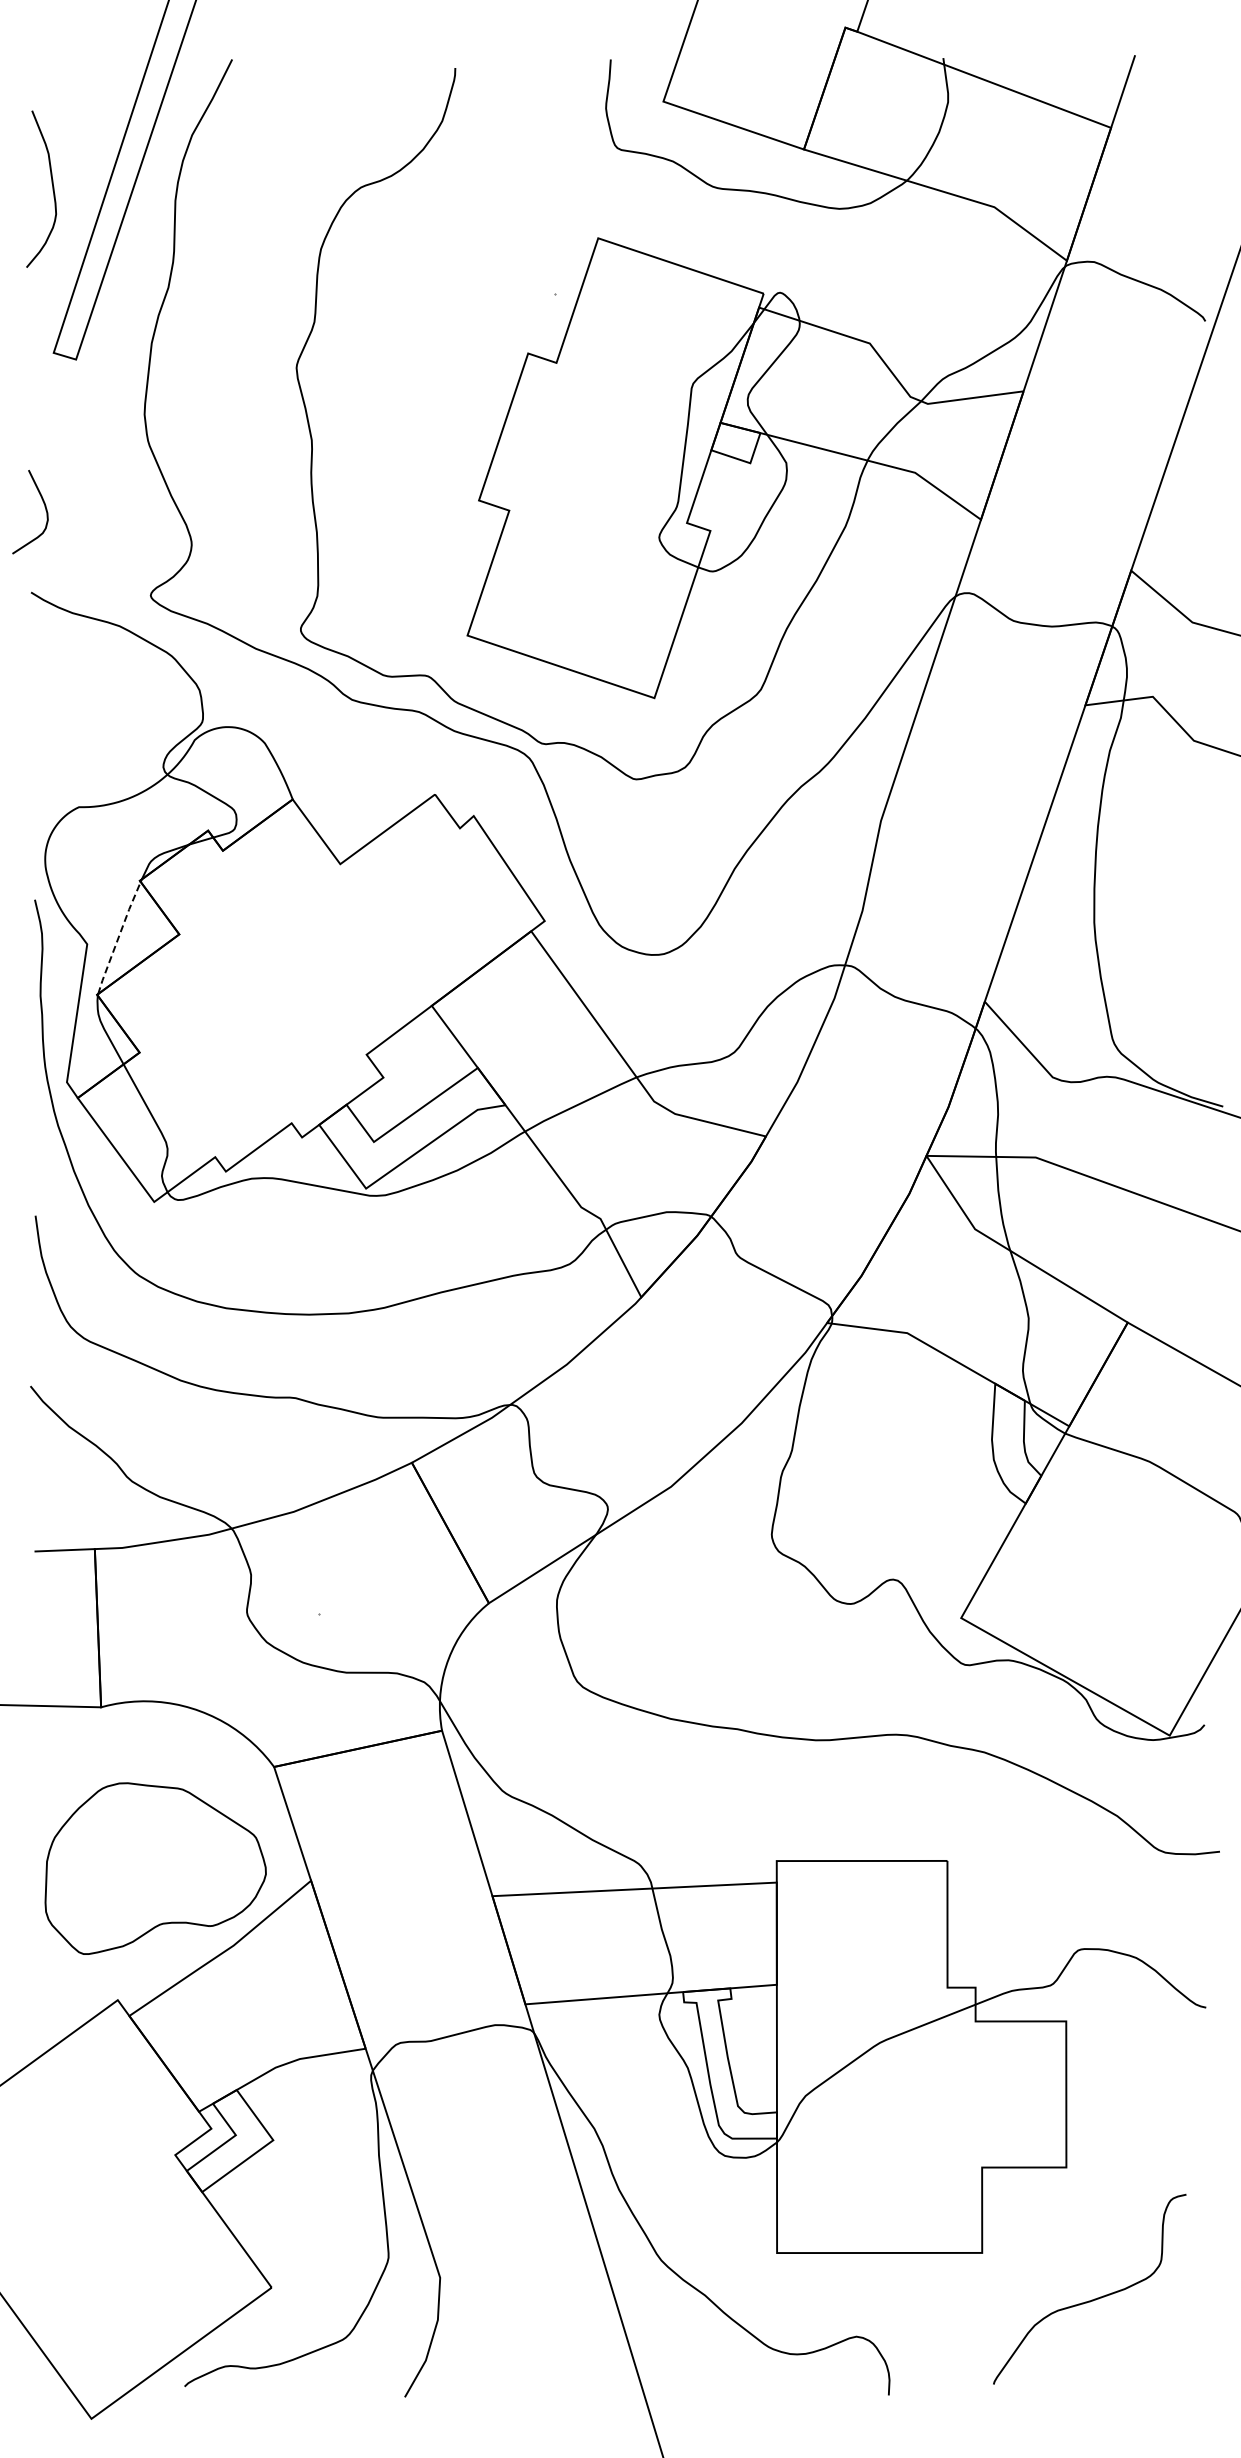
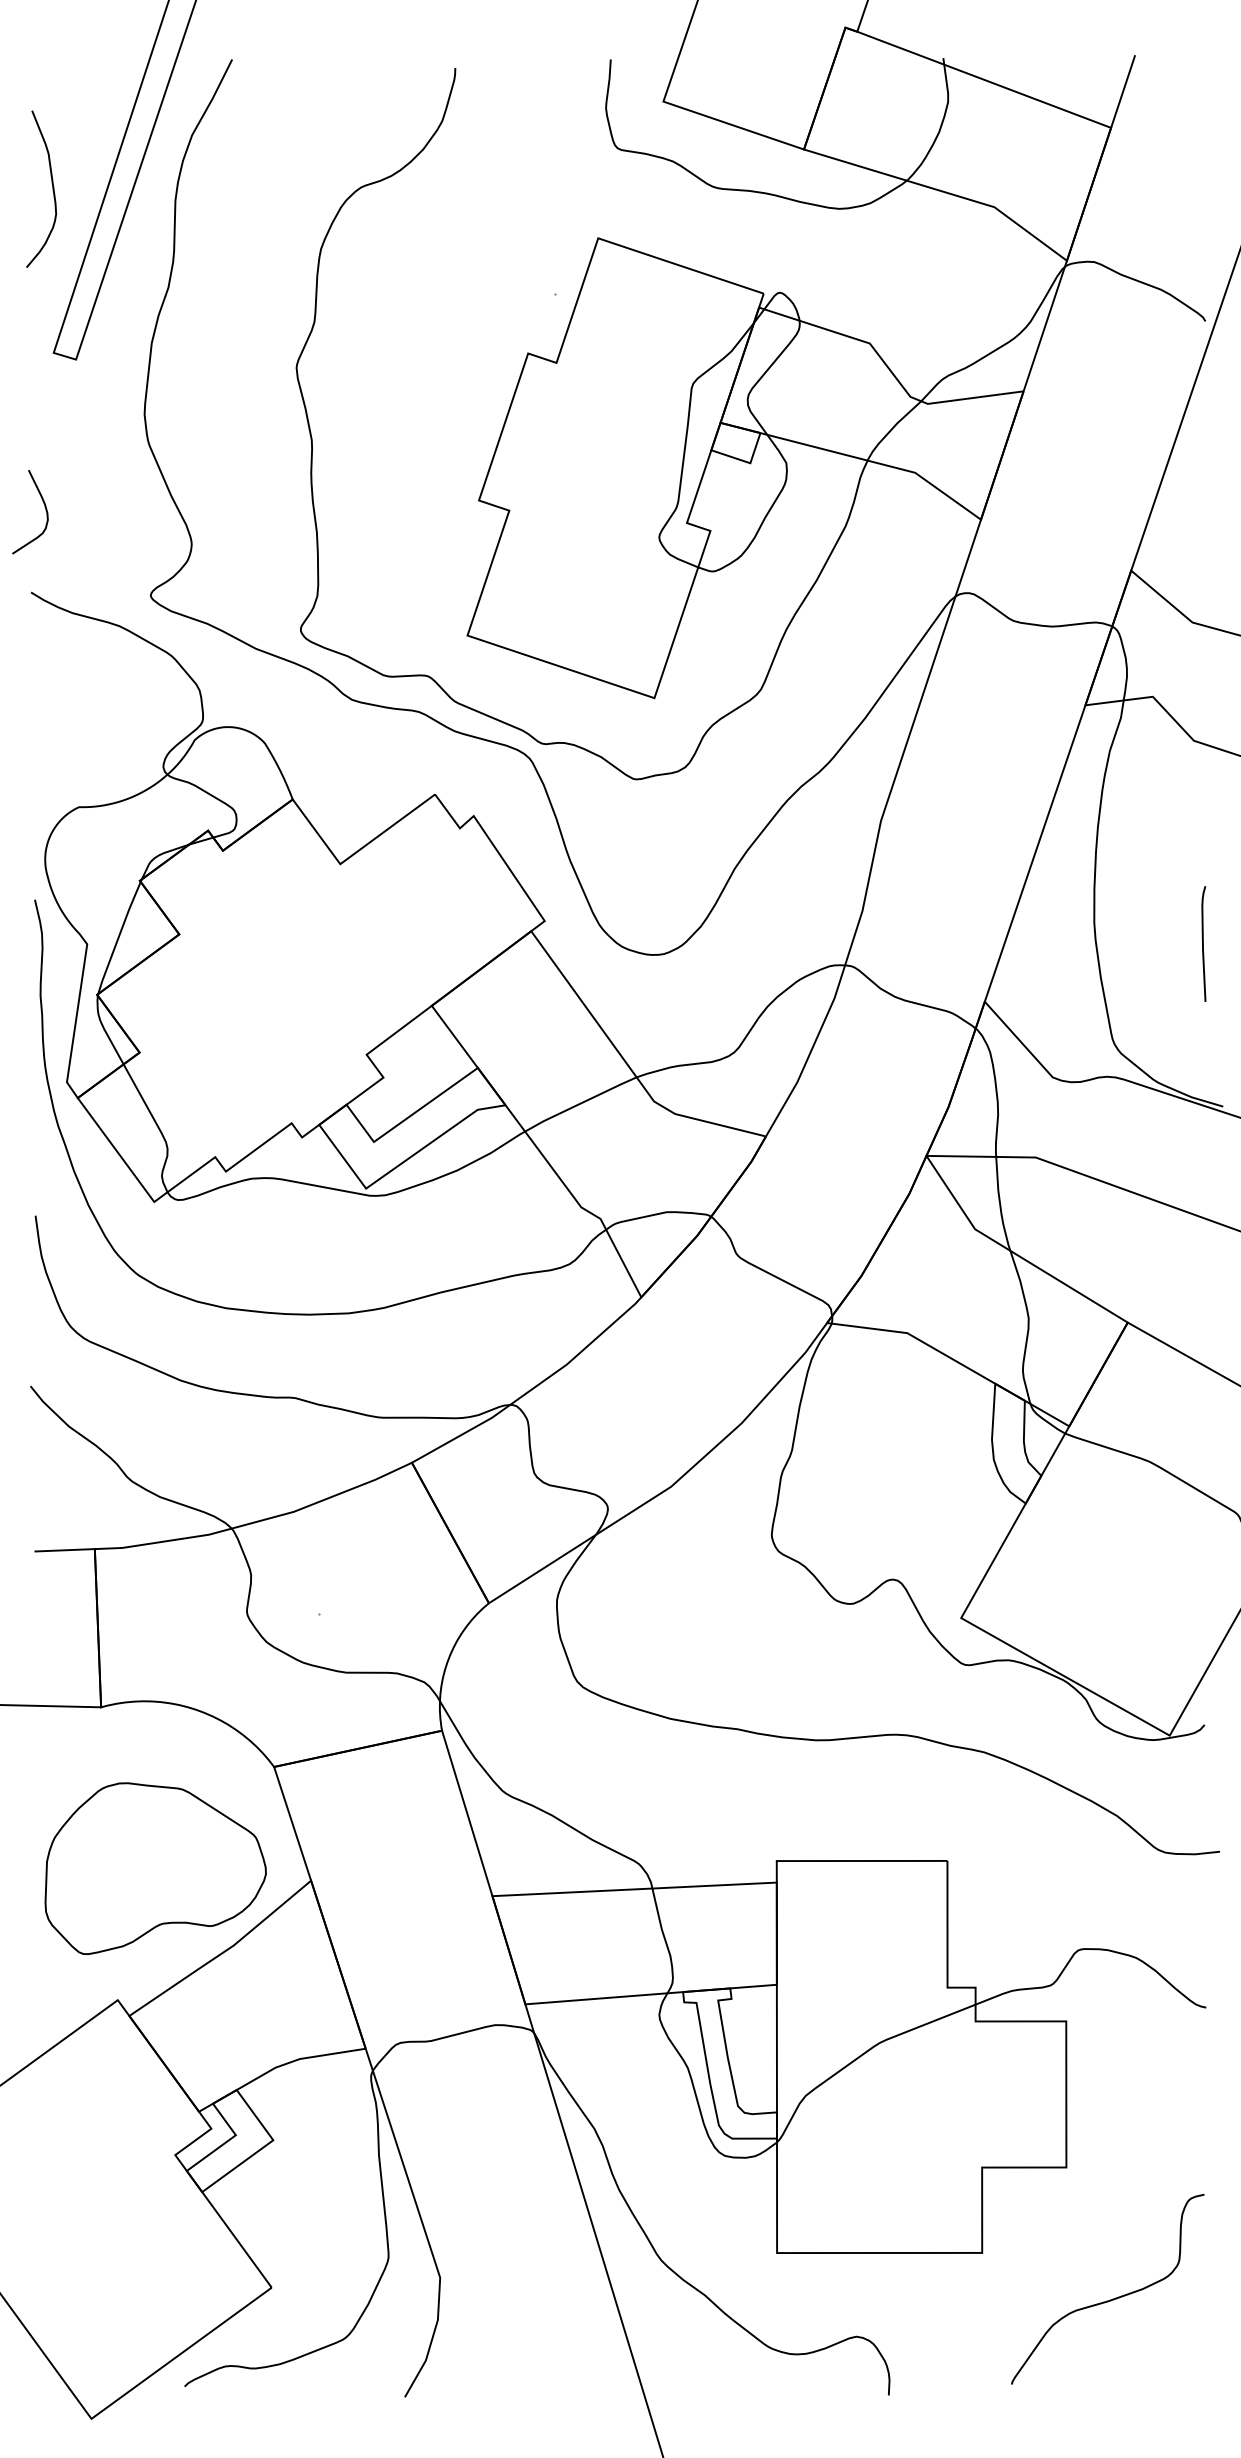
line at (118, 937): dashed -> solid
curve at (1203, 943): none -> present
curve at (1094, 2298) position: (1094, 2298) -> (1112, 2298)
